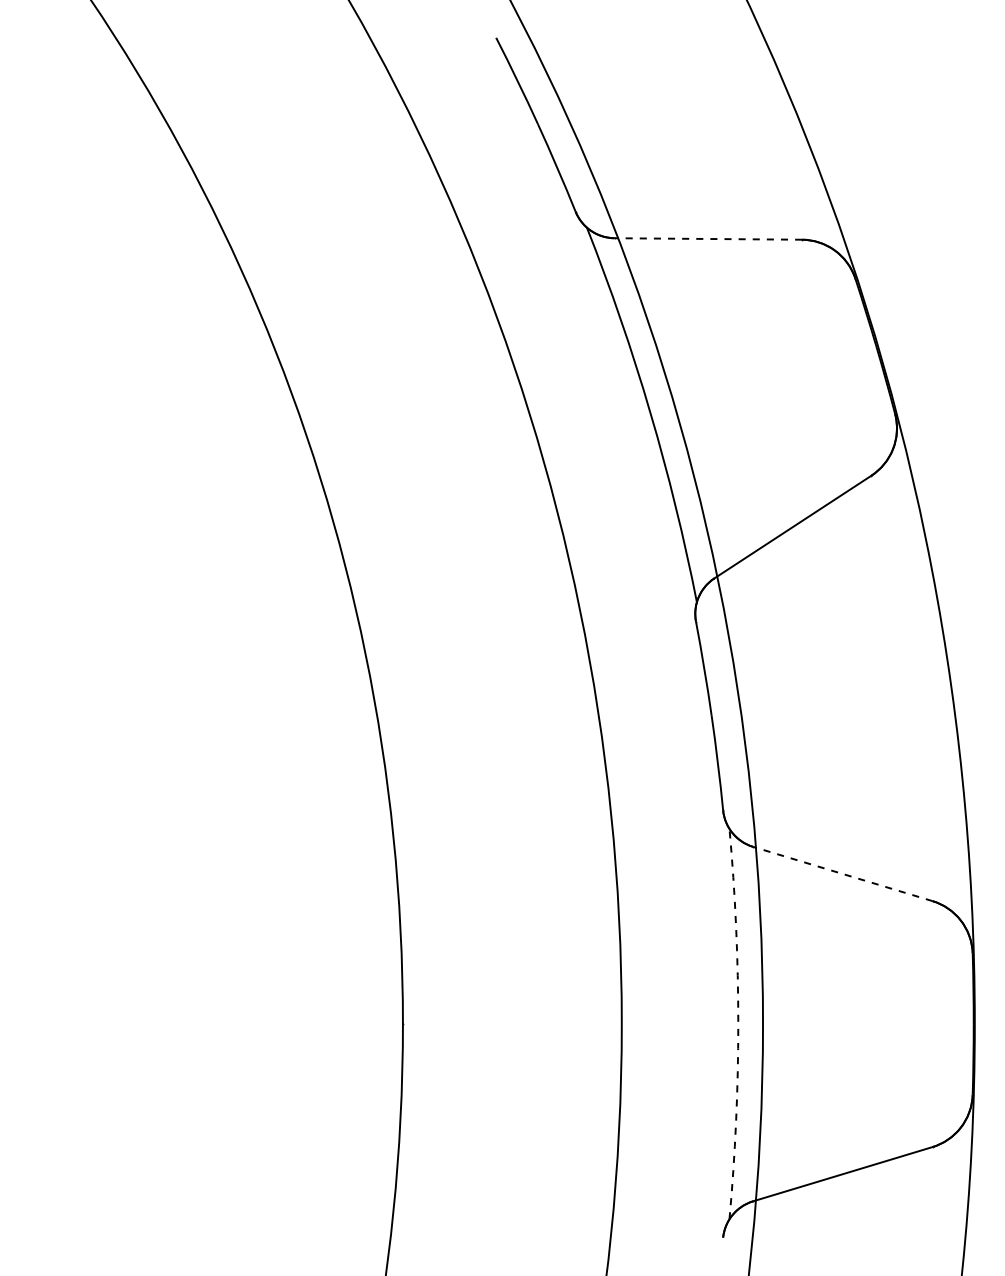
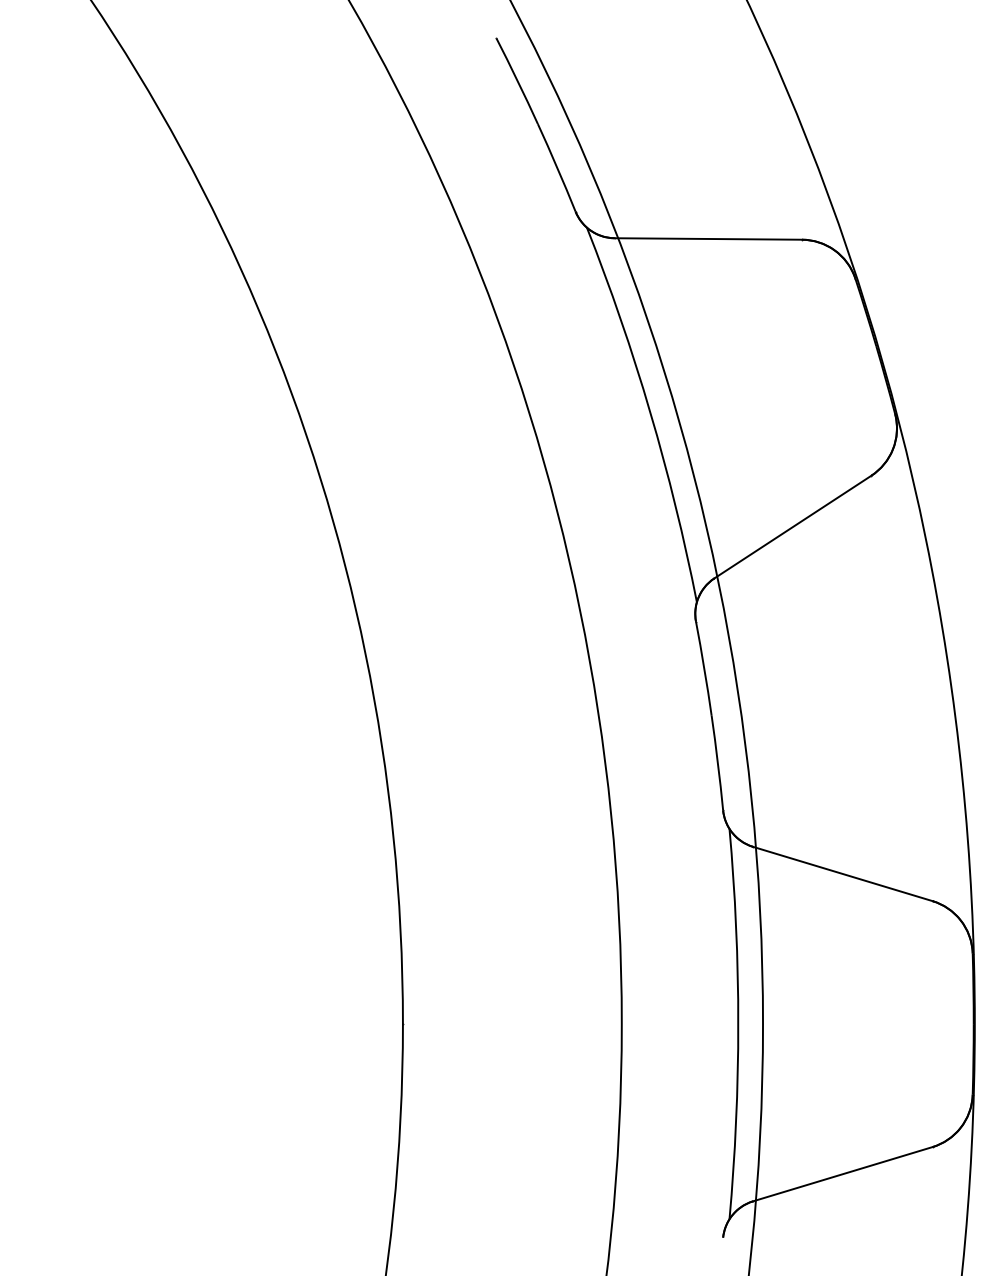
line at (708, 238): dashed -> solid
line at (842, 873): dashed -> solid
arc at (738, 1024): dashed -> solid
